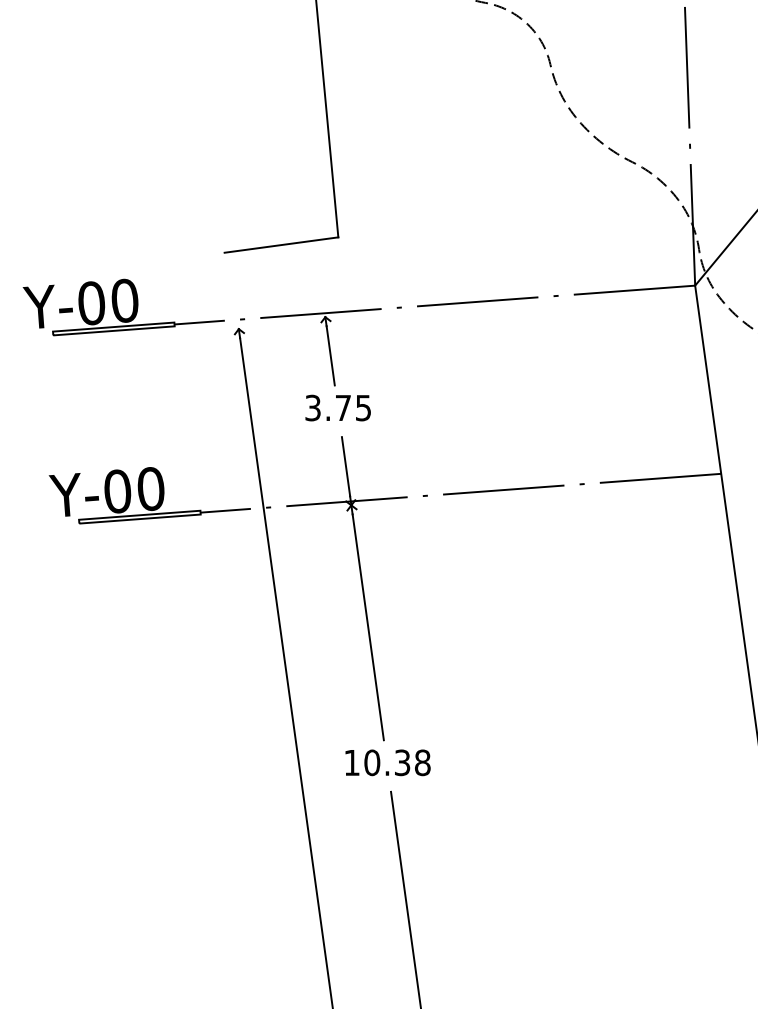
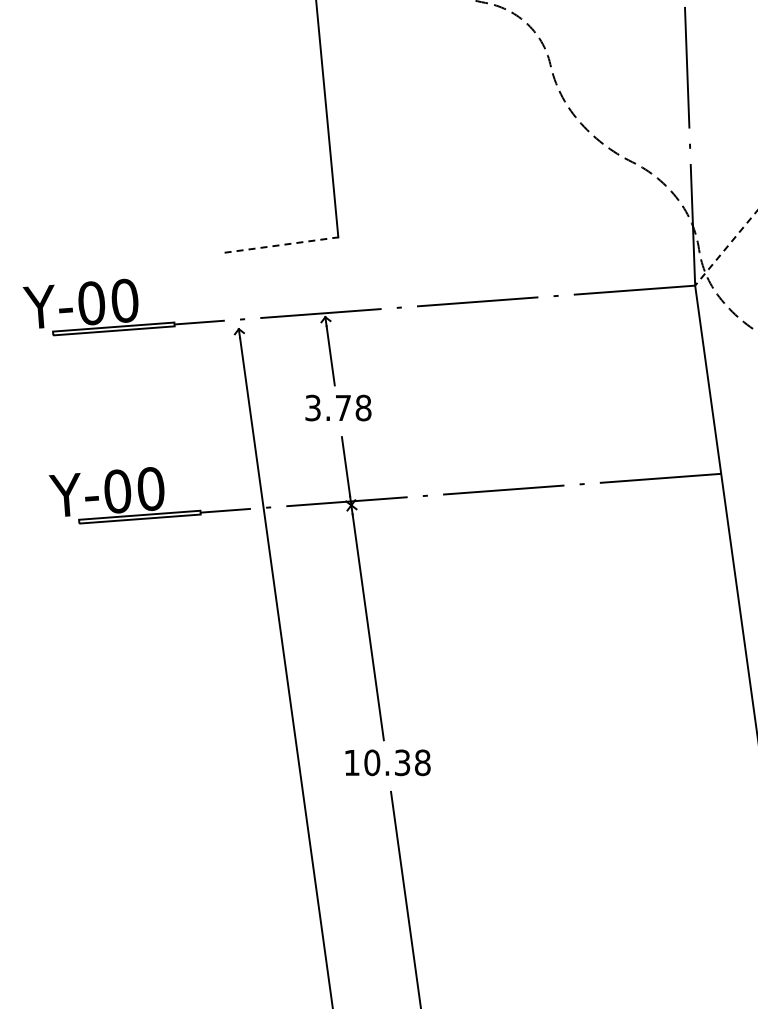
line at (281, 245): solid -> dashed
line at (726, 248): solid -> dashed
text at (363, 407): 3.75 -> 3.78
